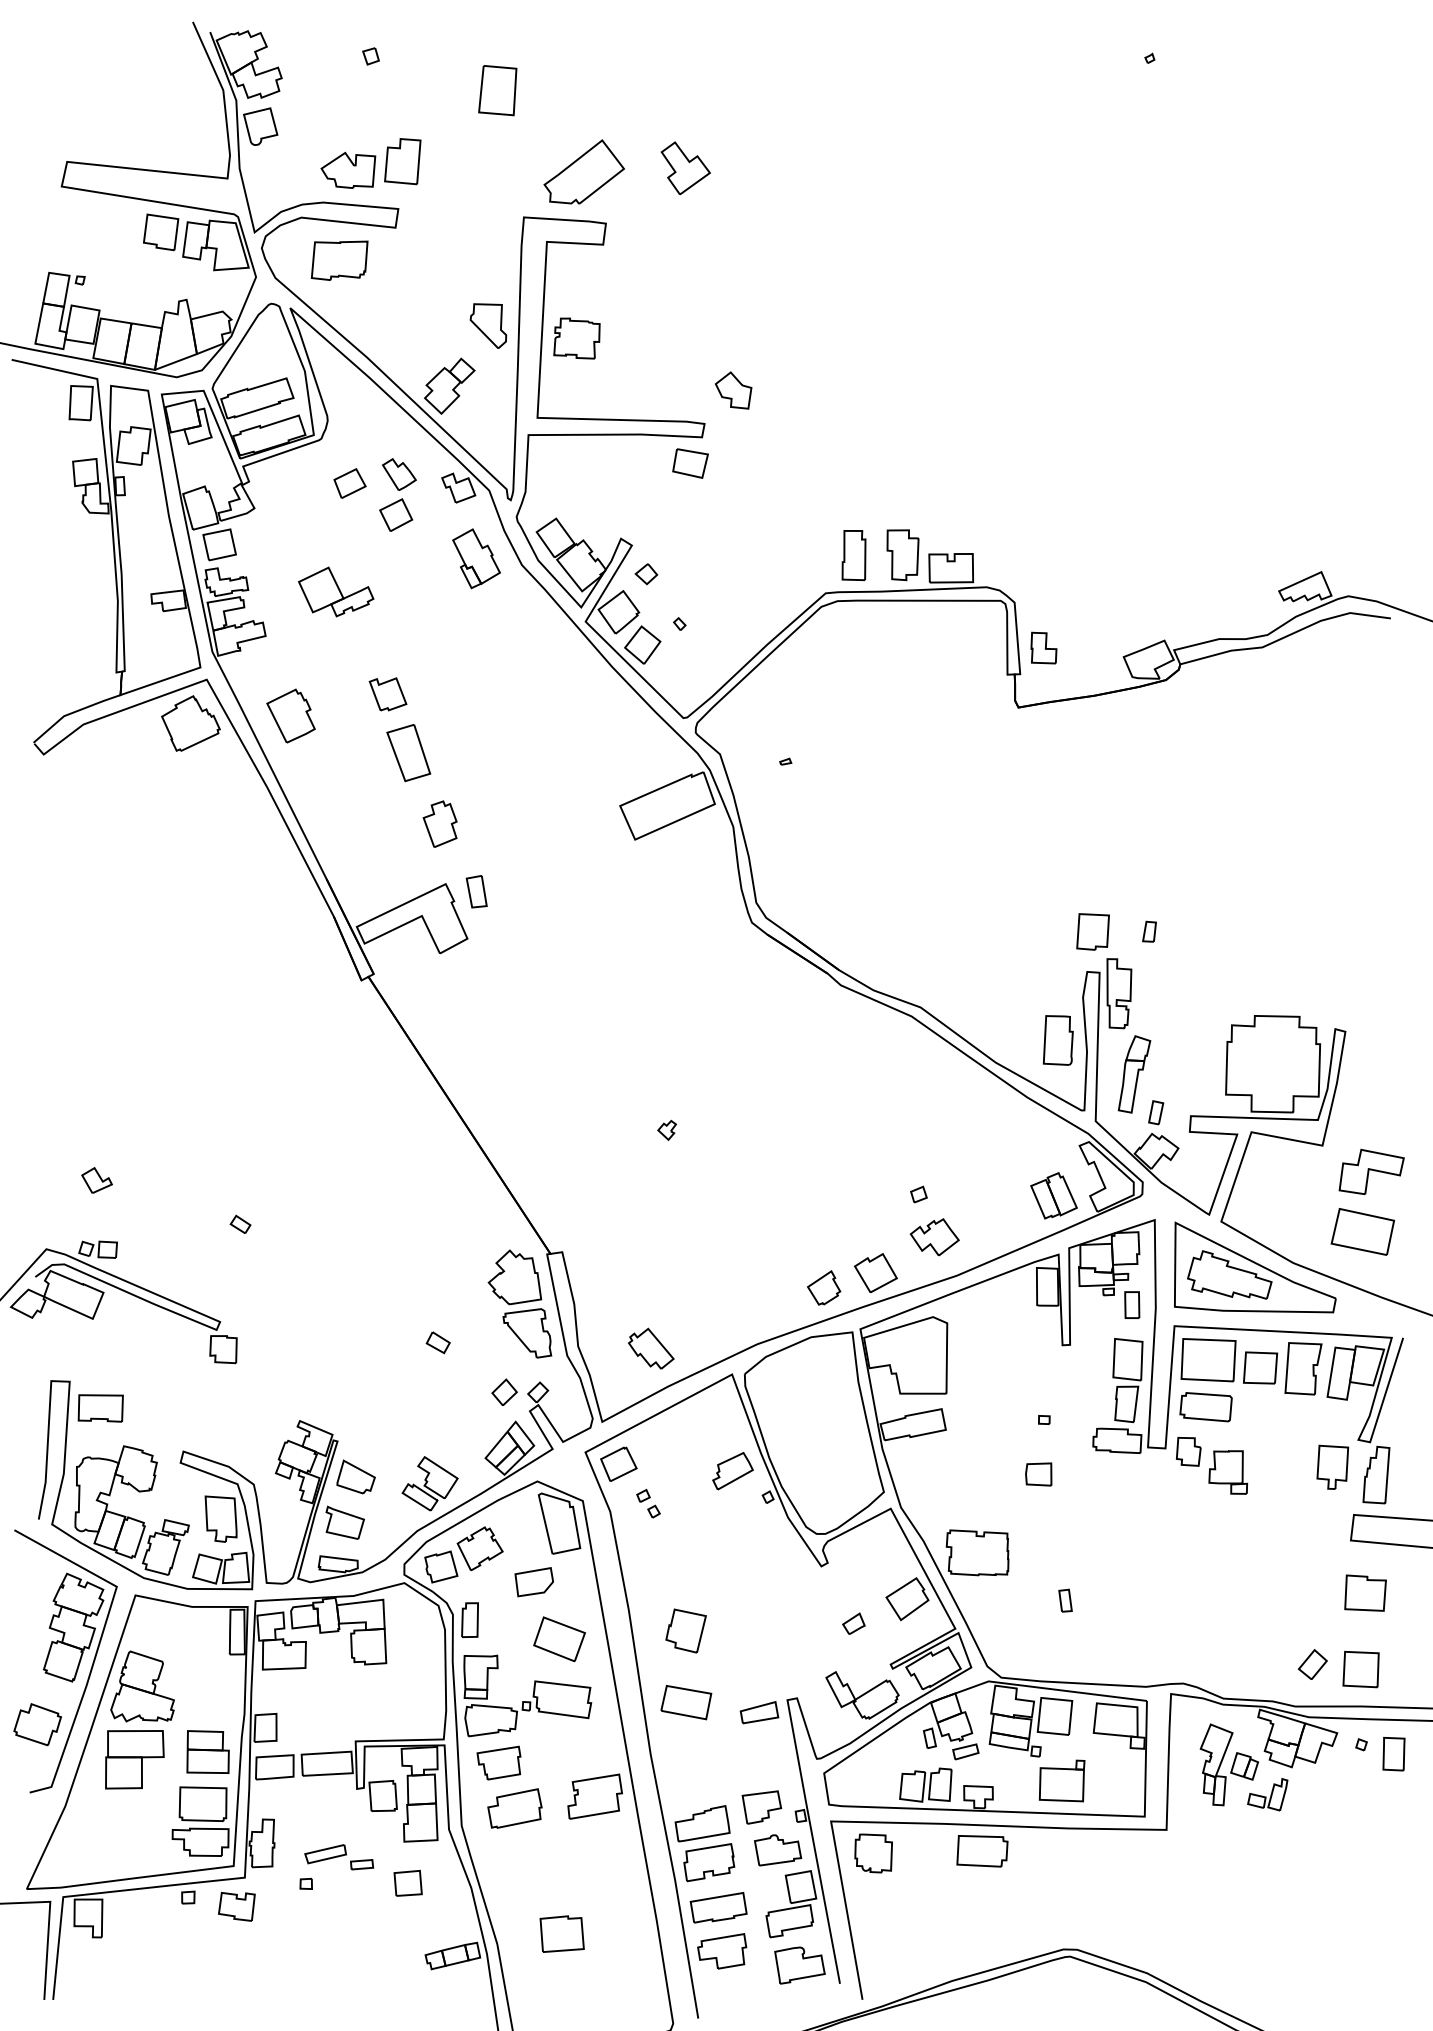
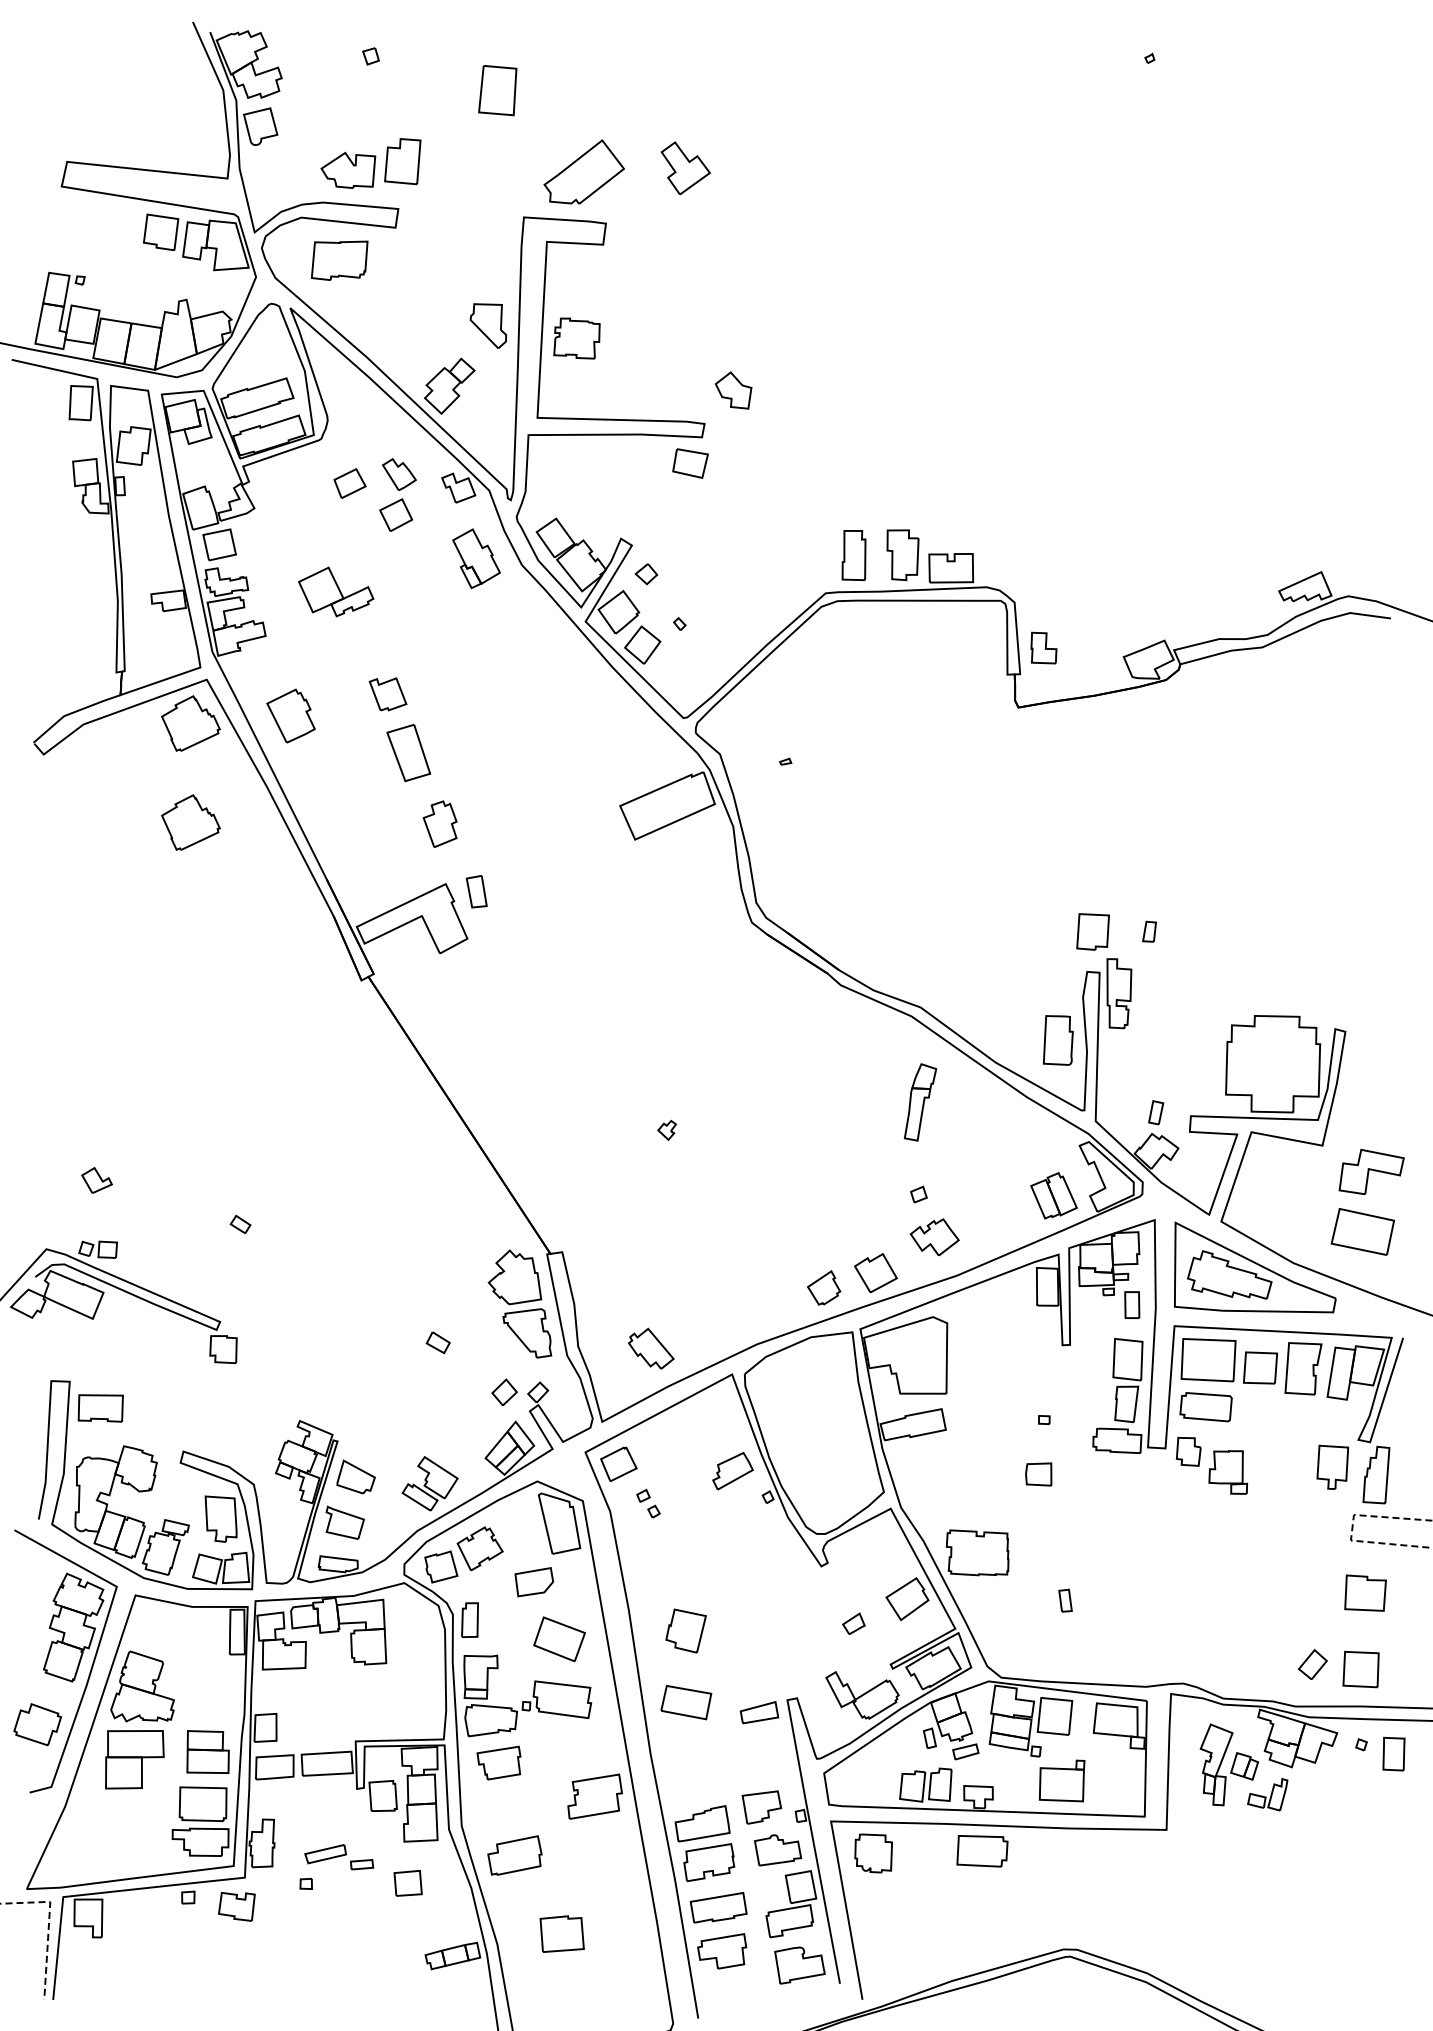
part at (190, 822): none -> present
part at (1134, 1074) position: (1134, 1074) -> (920, 1102)
line at (1352, 1529): solid -> dashed
part at (514, 1808) position: (514, 1808) -> (514, 1855)
line at (48, 1925): solid -> dashed
